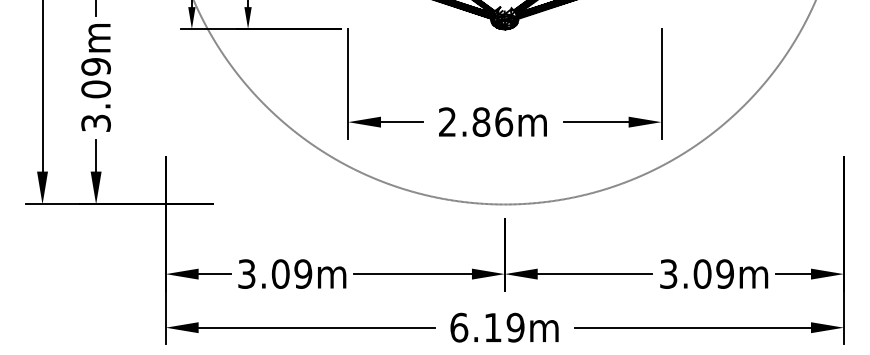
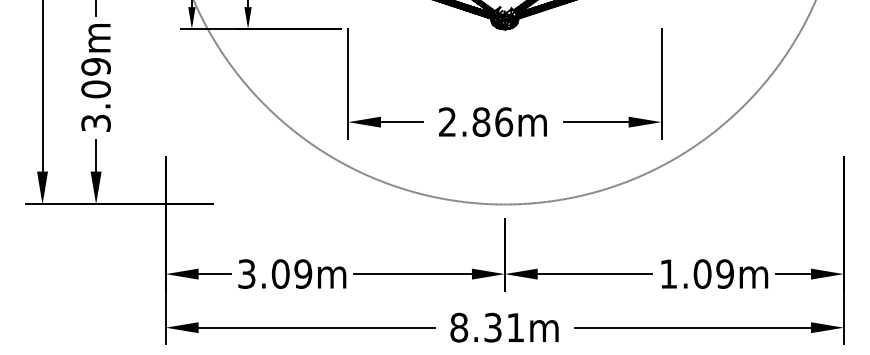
text at (668, 273): 3.09m -> 1.09m
text at (487, 327): 6.19m -> 8.31m
